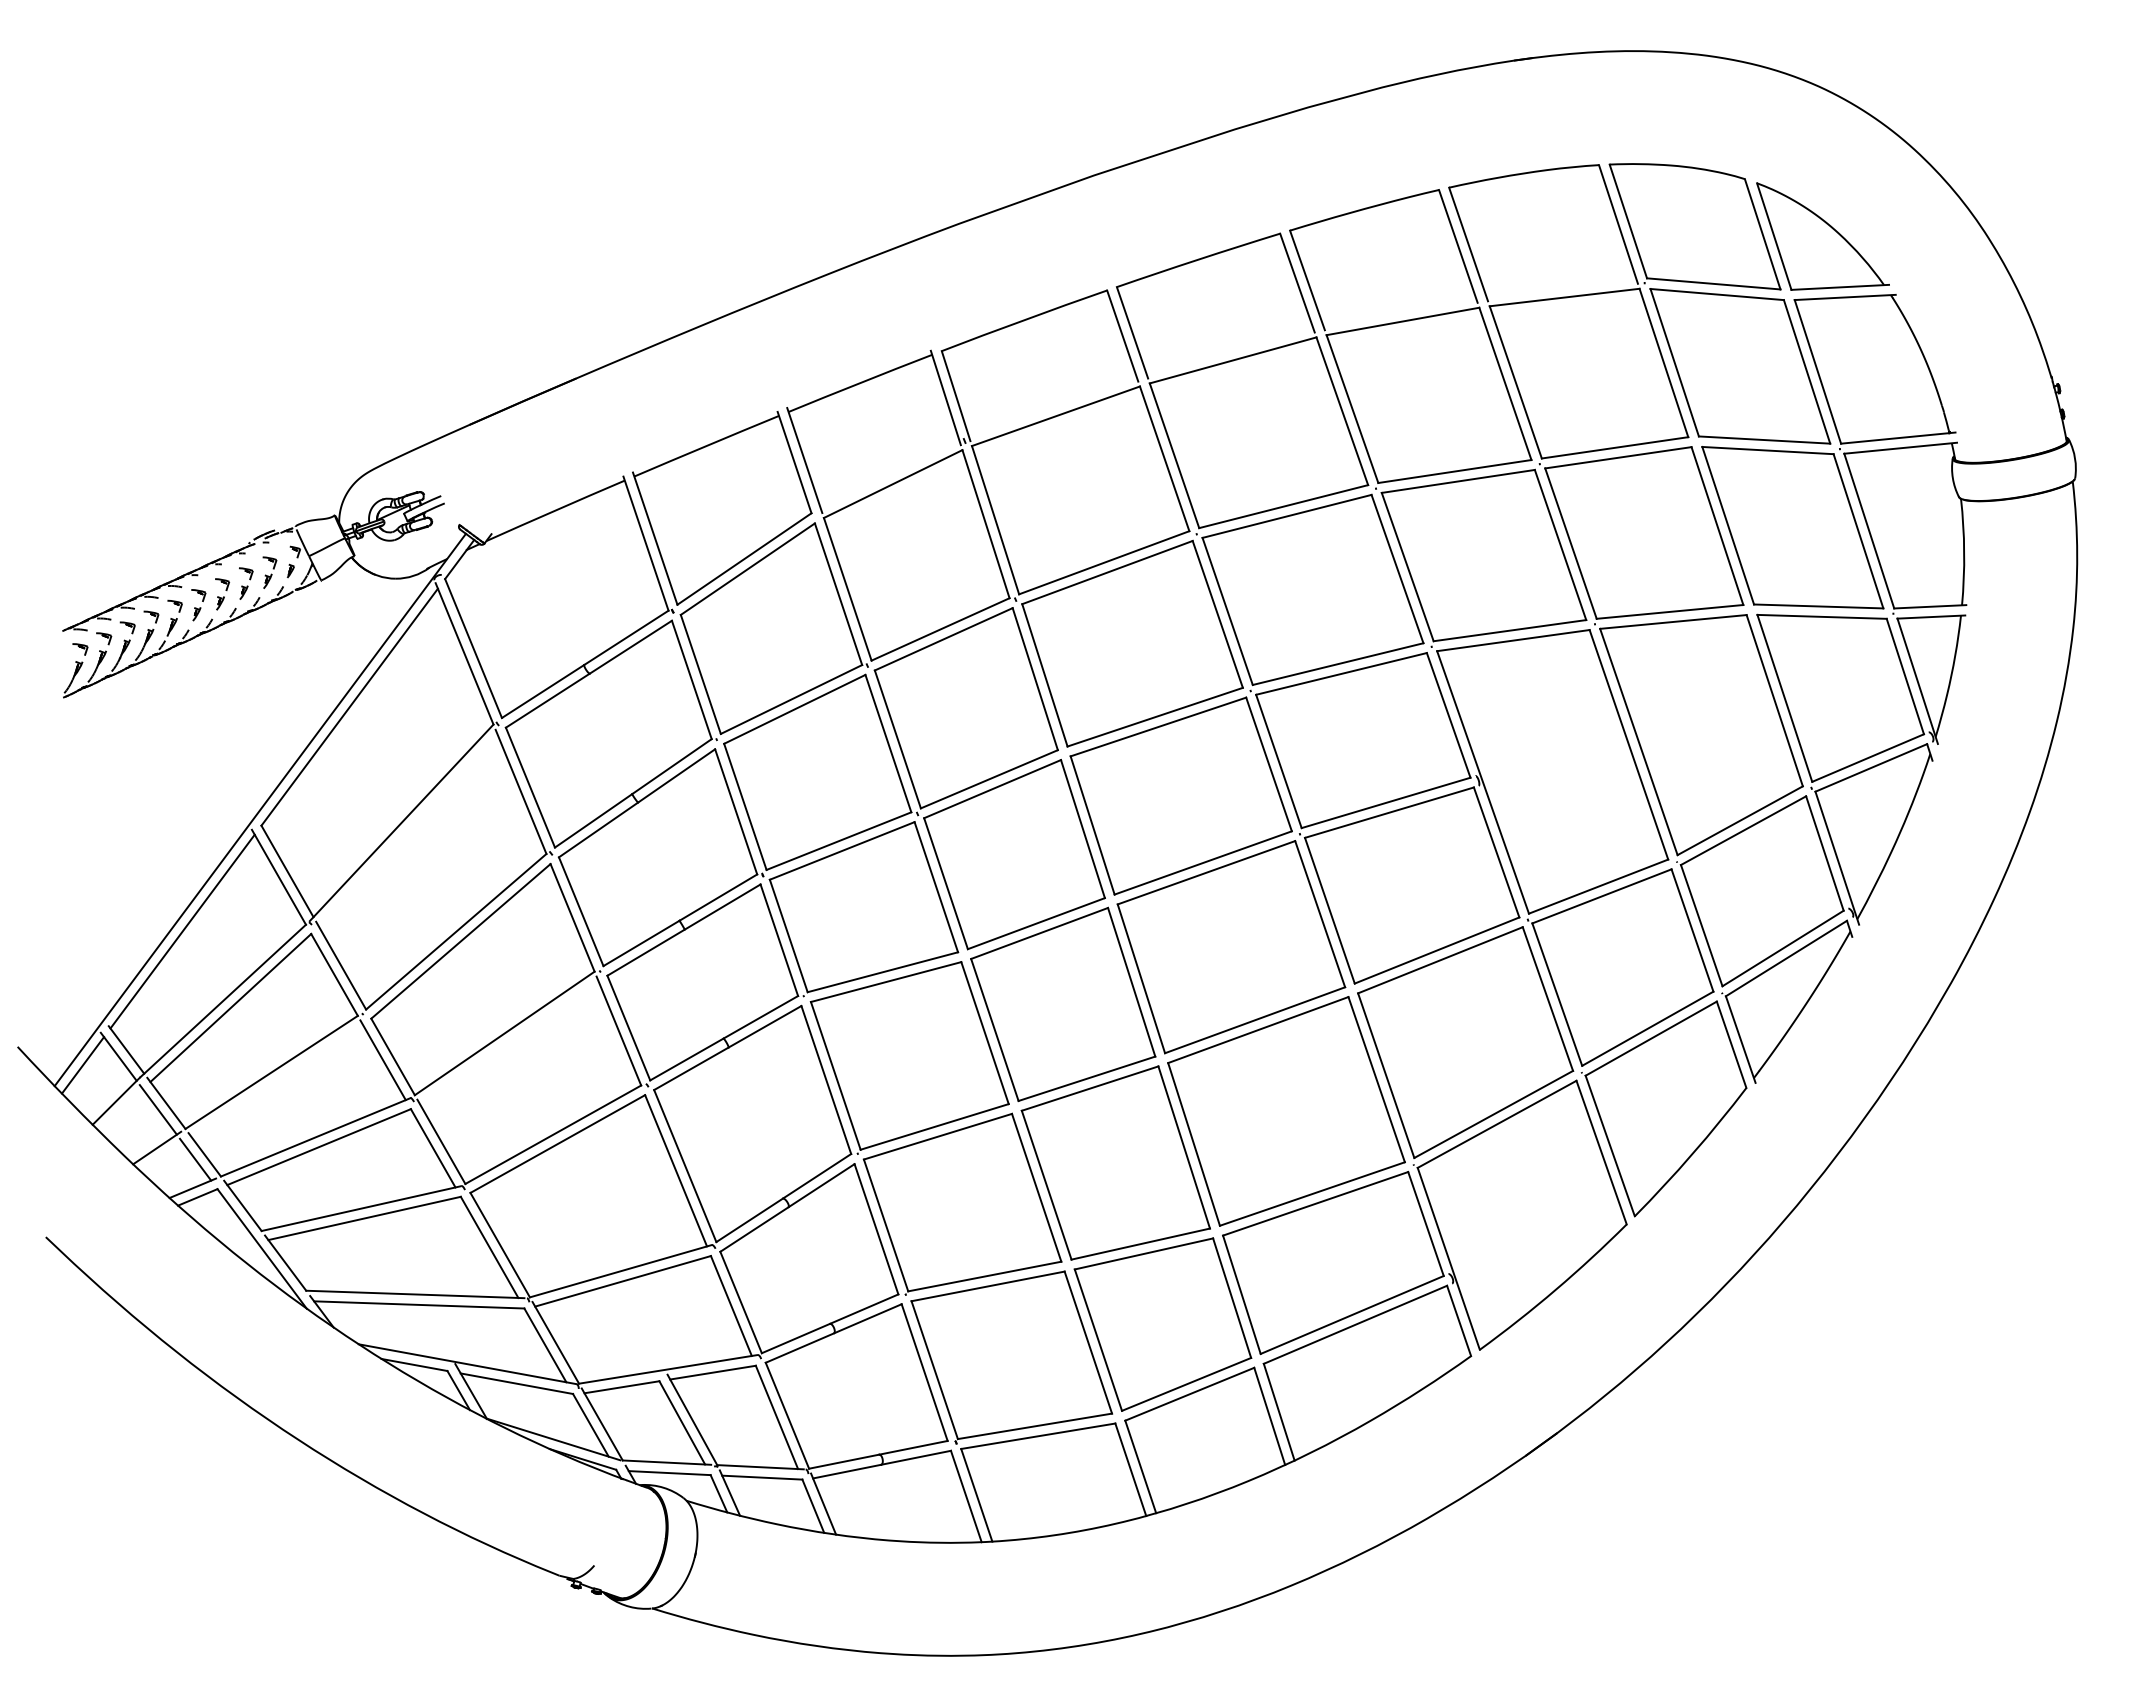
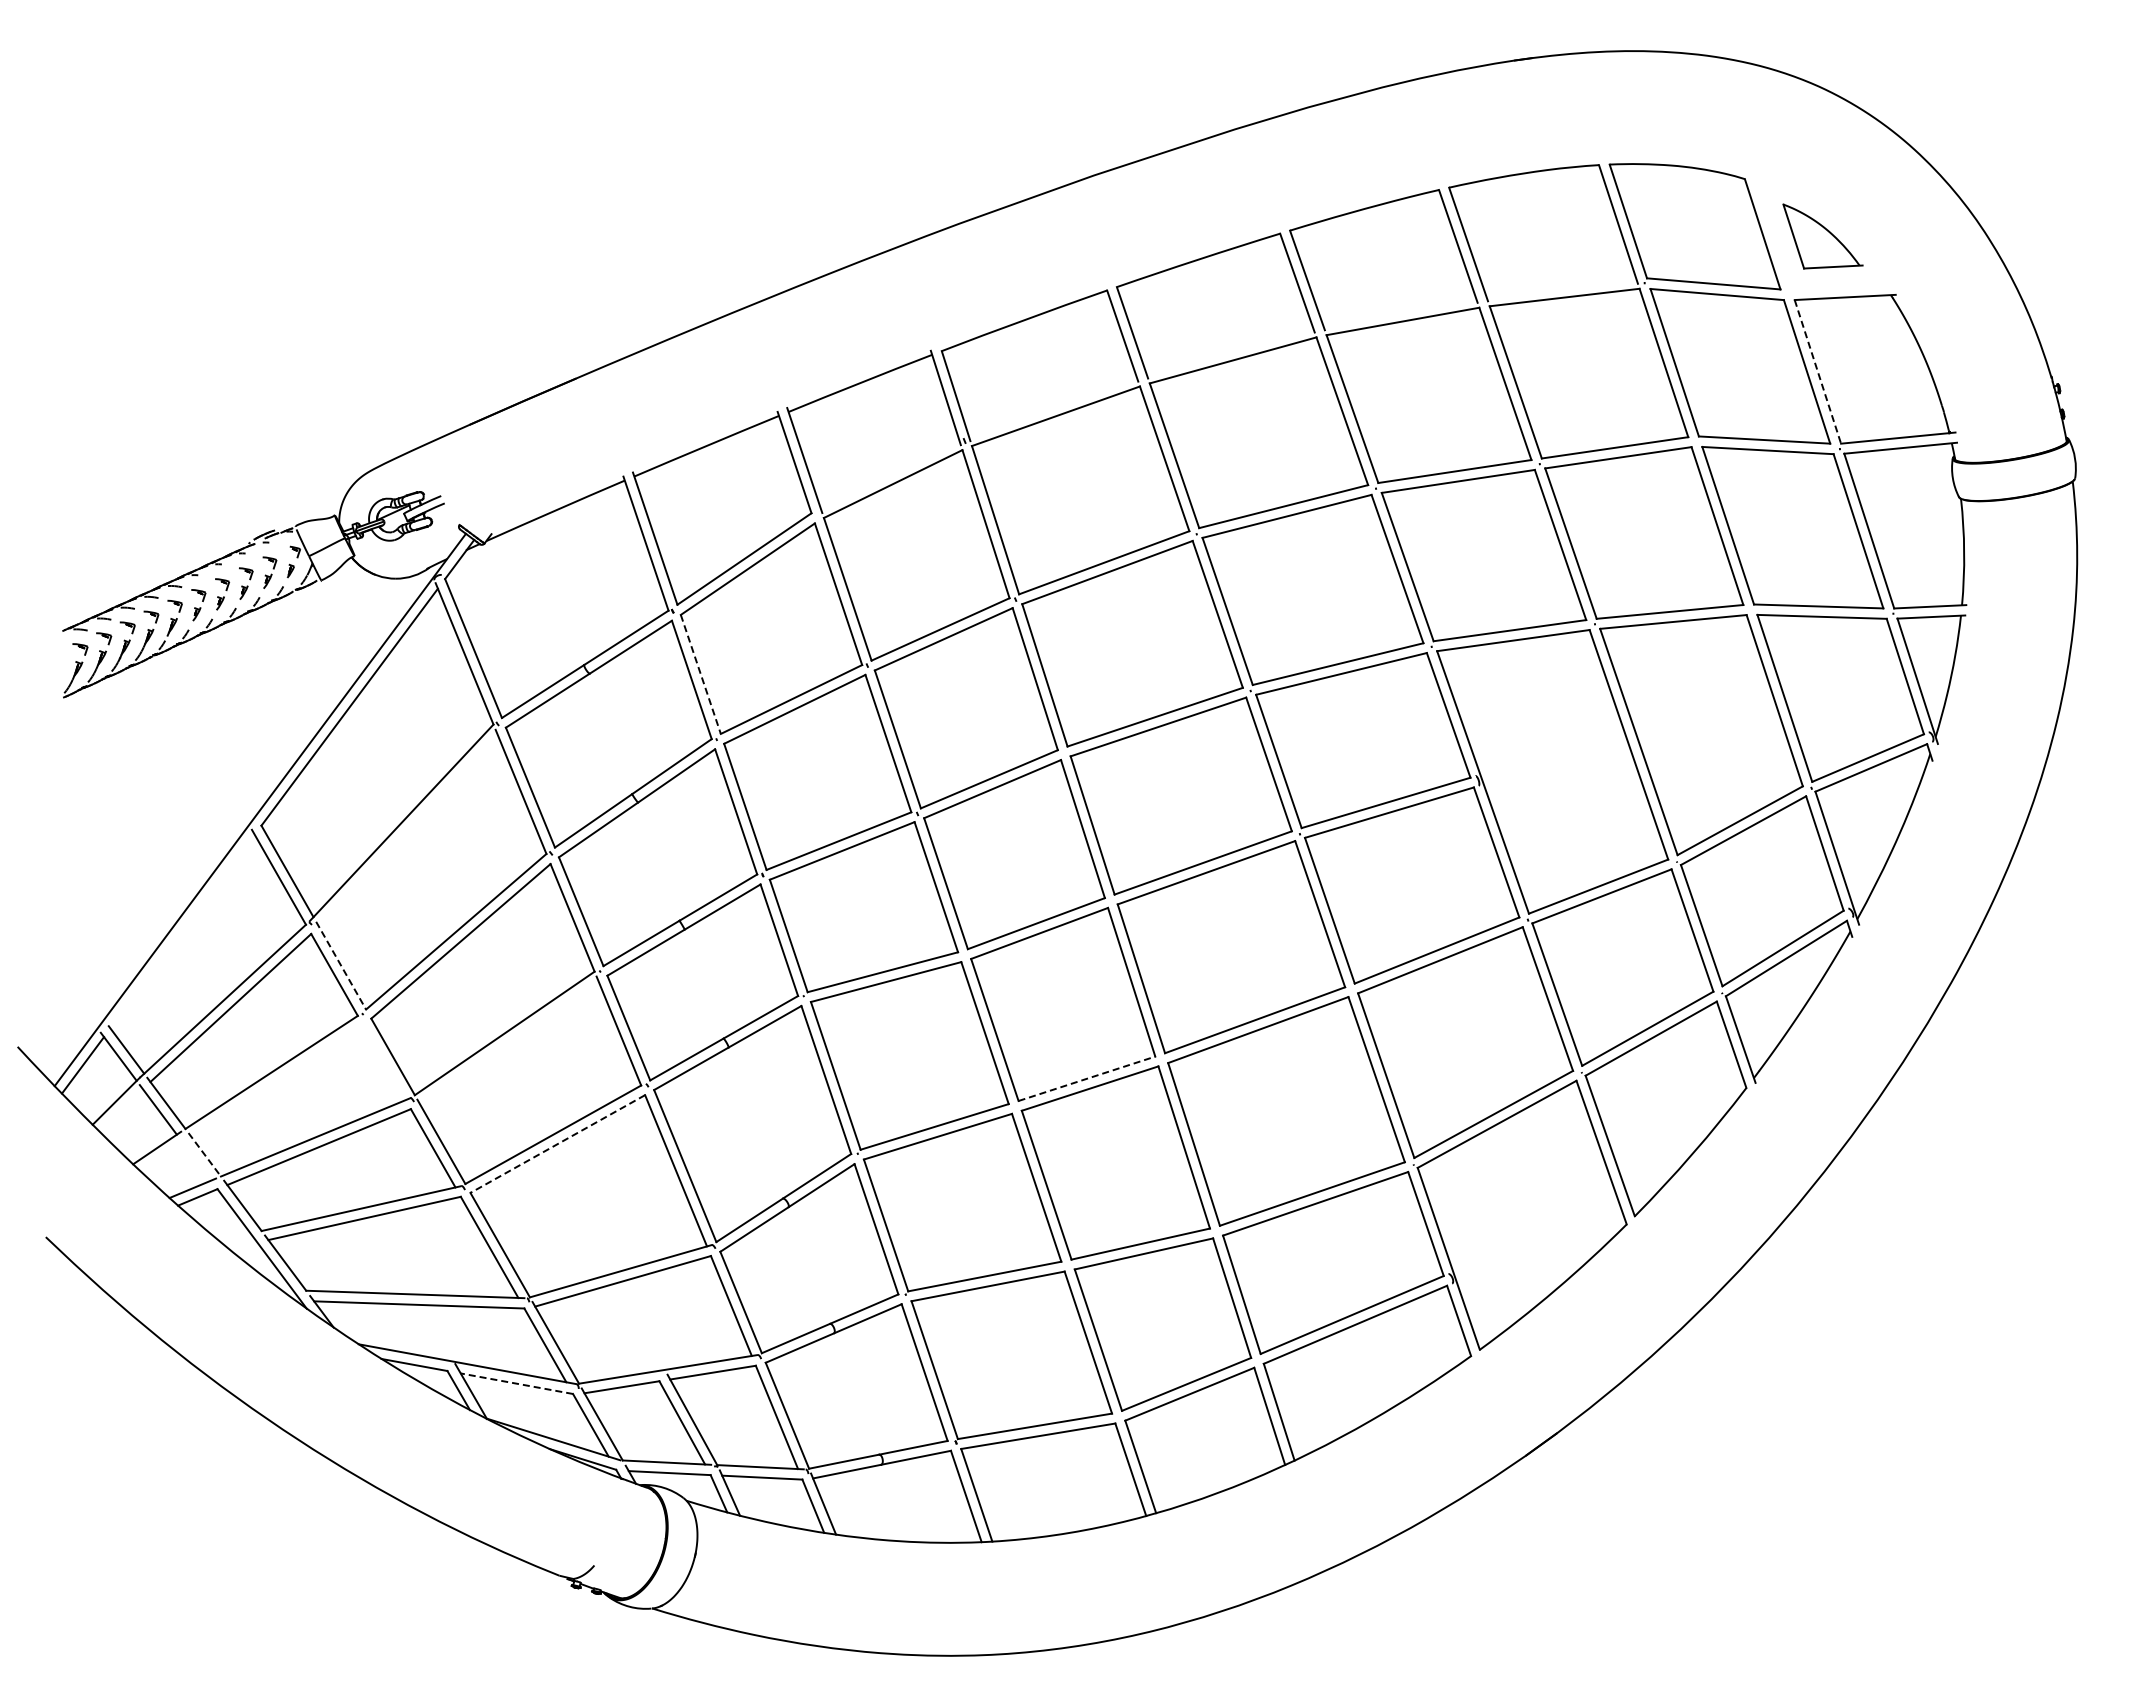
part at (1822, 236) size: 134x109 px -> 82x67 px
line at (1818, 372): solid -> dashed
line at (700, 674): solid -> dashed
line at (182, 931): present -> none
line at (341, 966): solid -> dashed
line at (382, 1060): present -> none
line at (1086, 1078): solid -> dashed
line at (557, 1144): solid -> dashed
line at (205, 1155): solid -> dashed
line at (195, 1159): present -> none
line at (516, 1383): solid -> dashed
